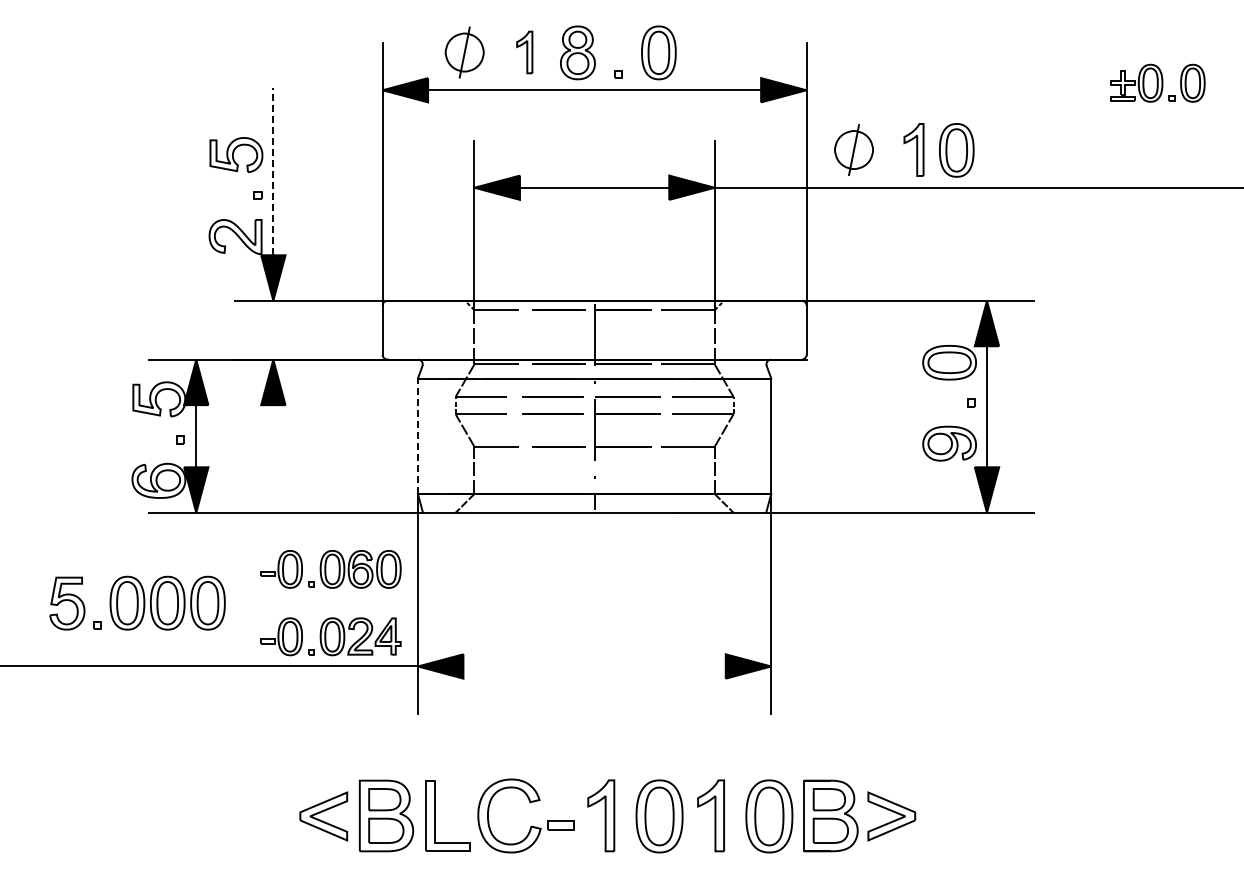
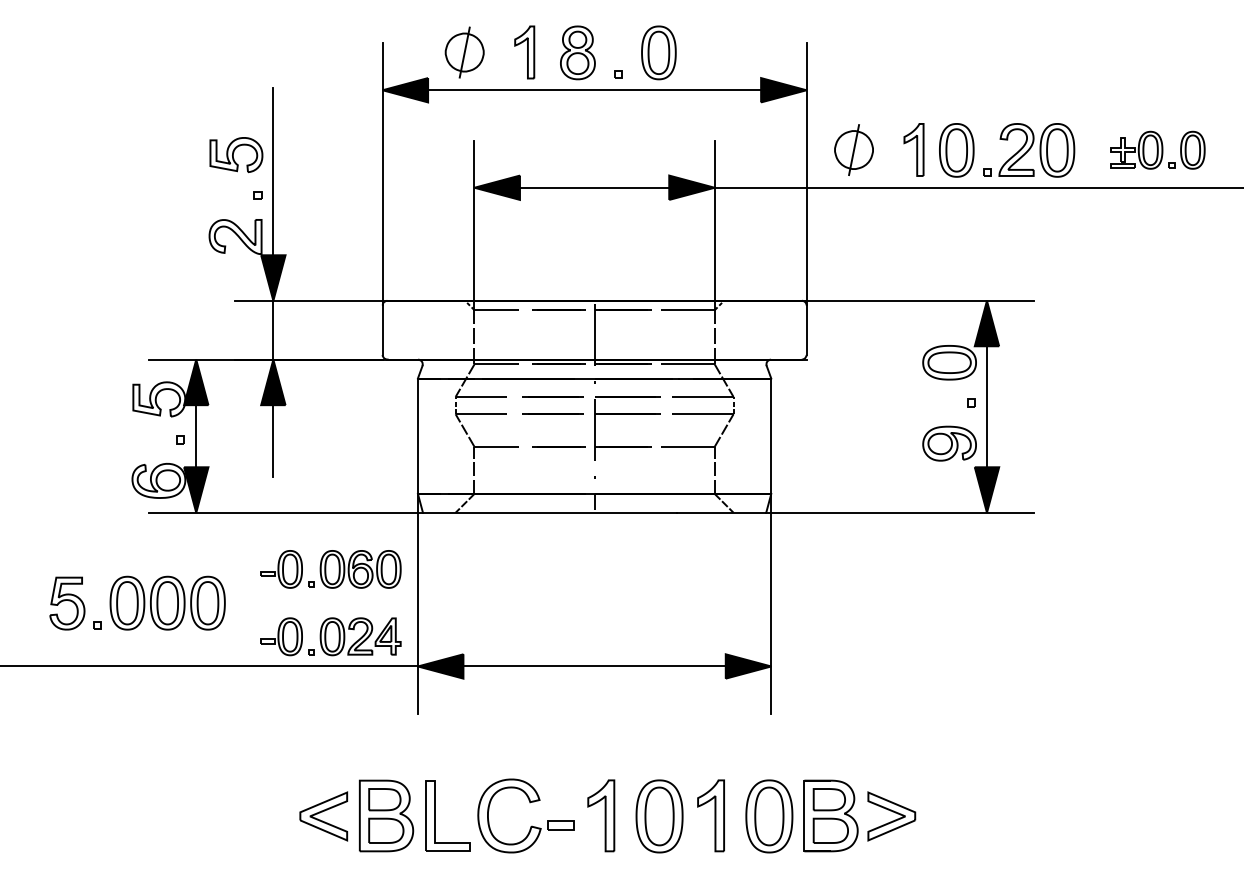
part at (524, 52) size: 18x45 px -> 22x55 px
part at (1157, 82) position: (1157, 82) -> (1157, 149)
part at (1029, 150): none -> present
line at (273, 171): dashed -> solid
line at (273, 329): none -> present
line at (417, 436): dashed -> solid
line at (273, 441): none -> present
line at (594, 666): none -> present
